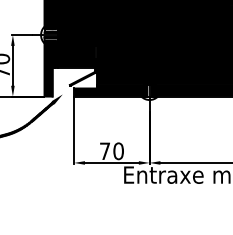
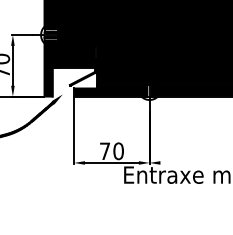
line at (194, 162): present -> none
